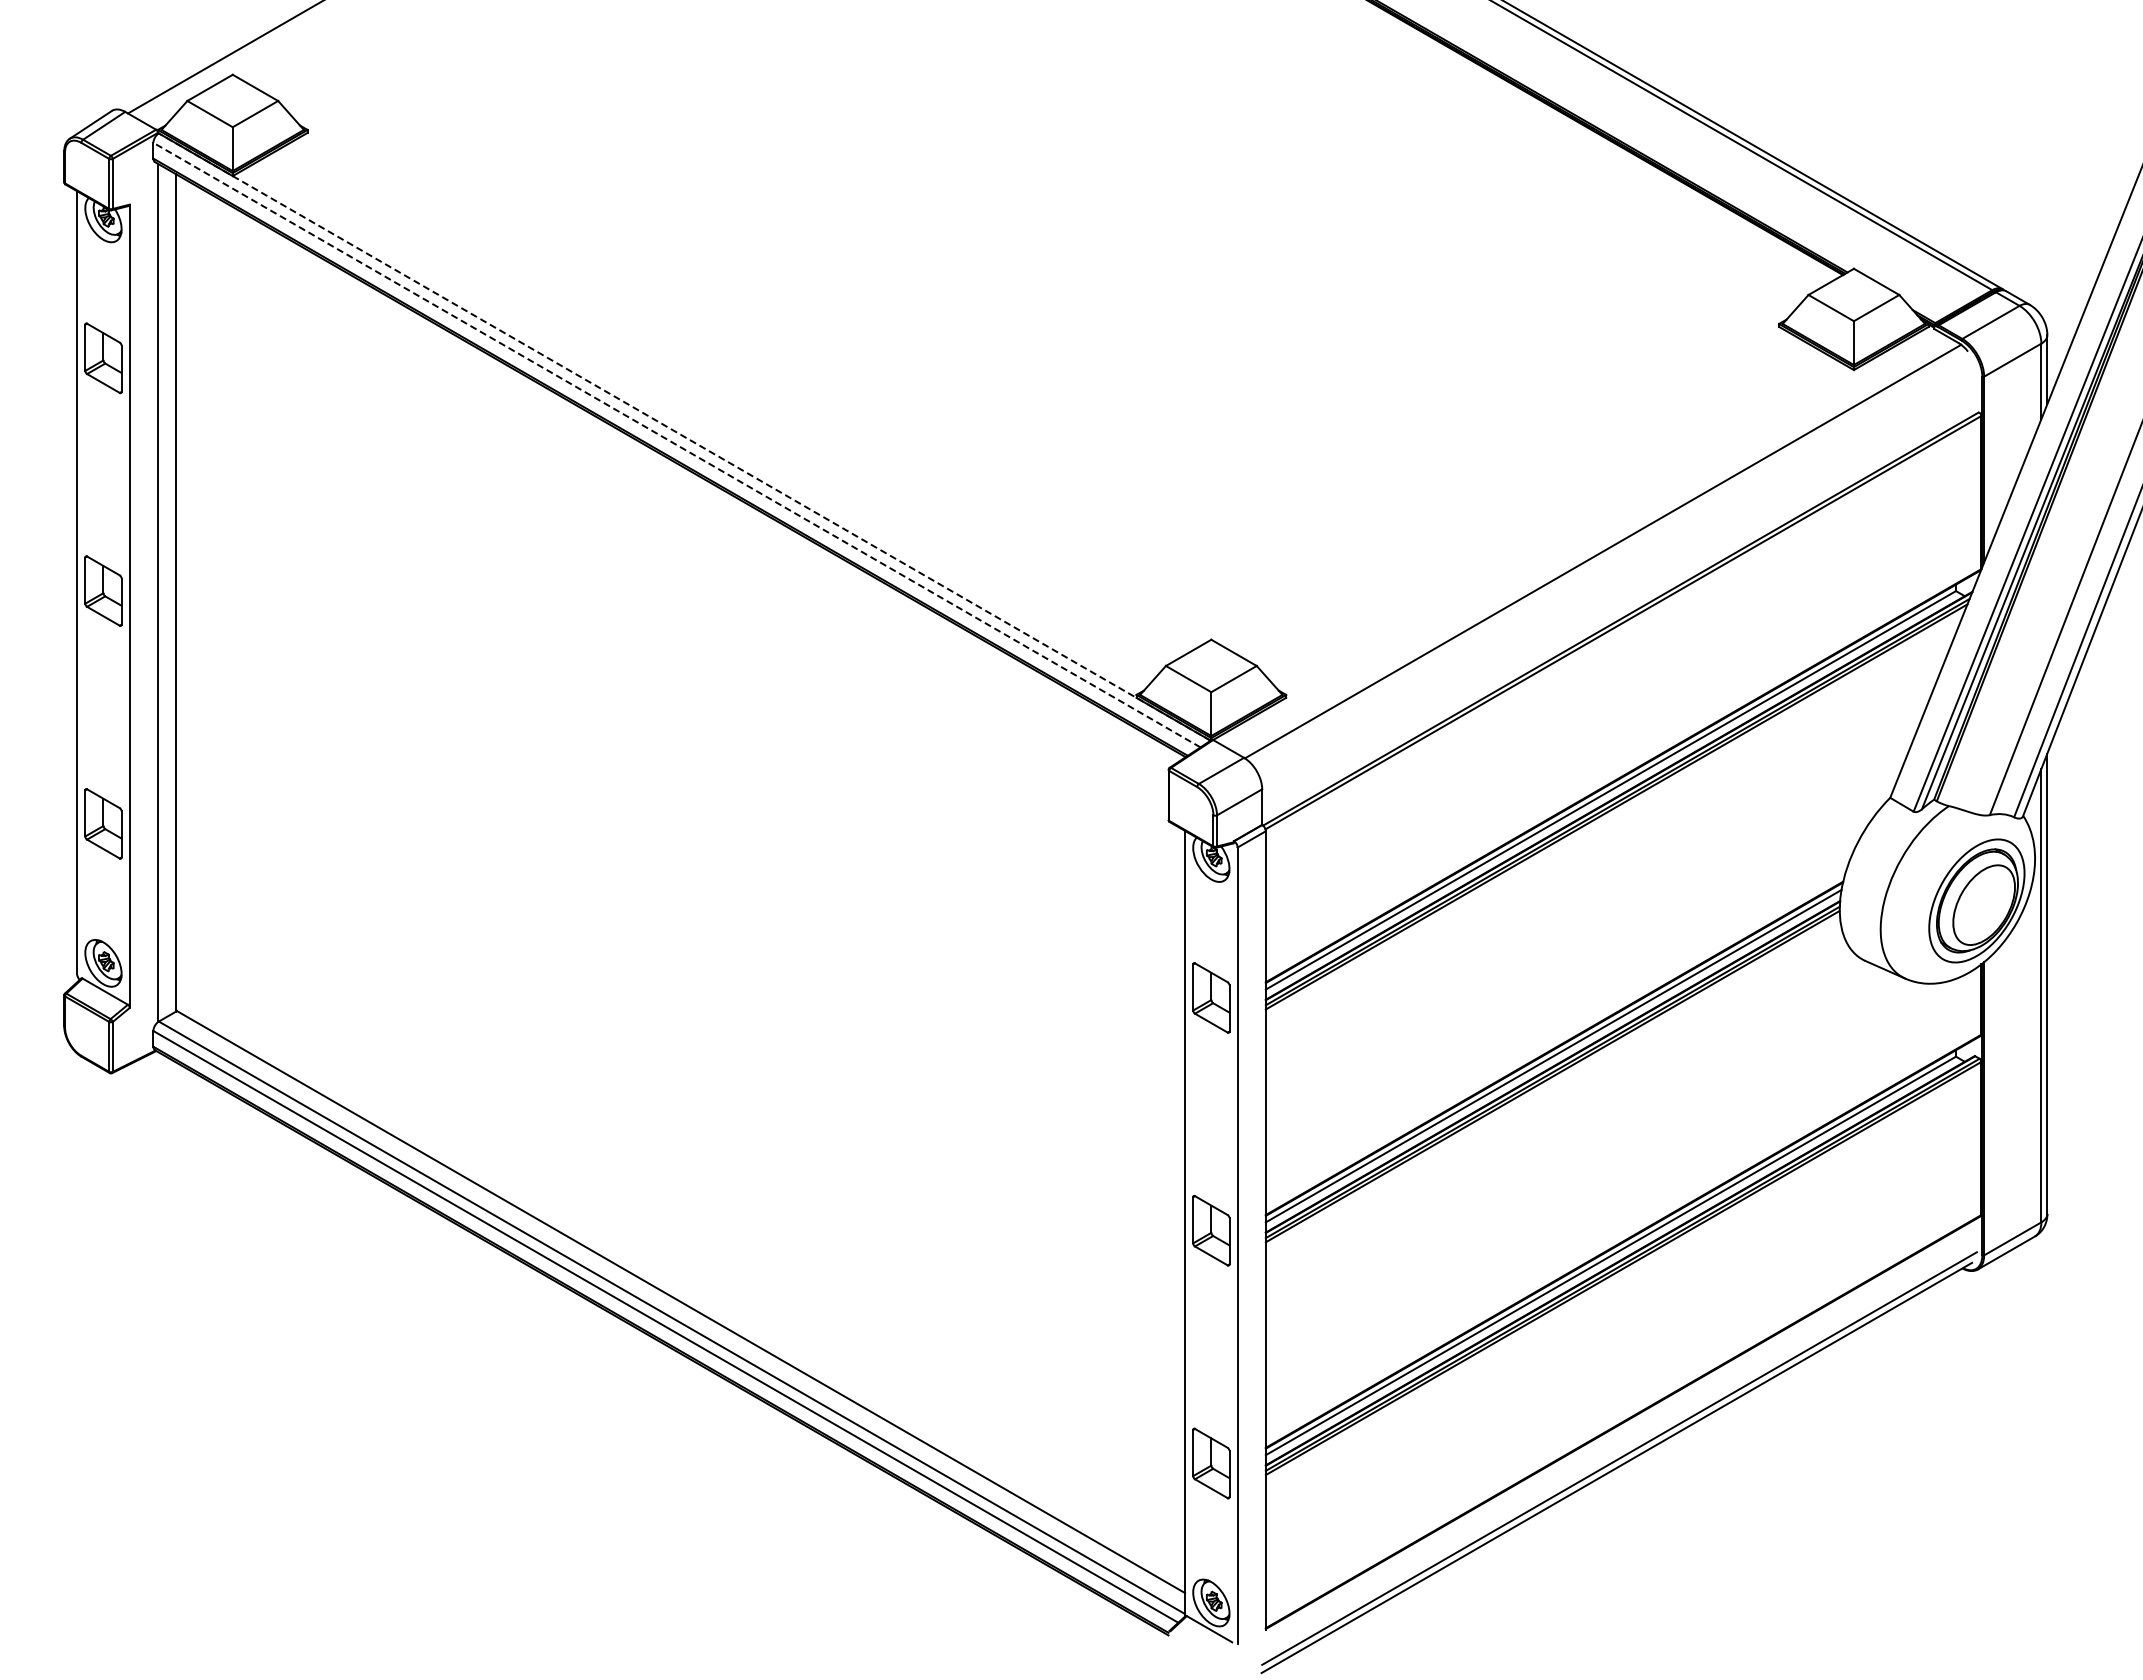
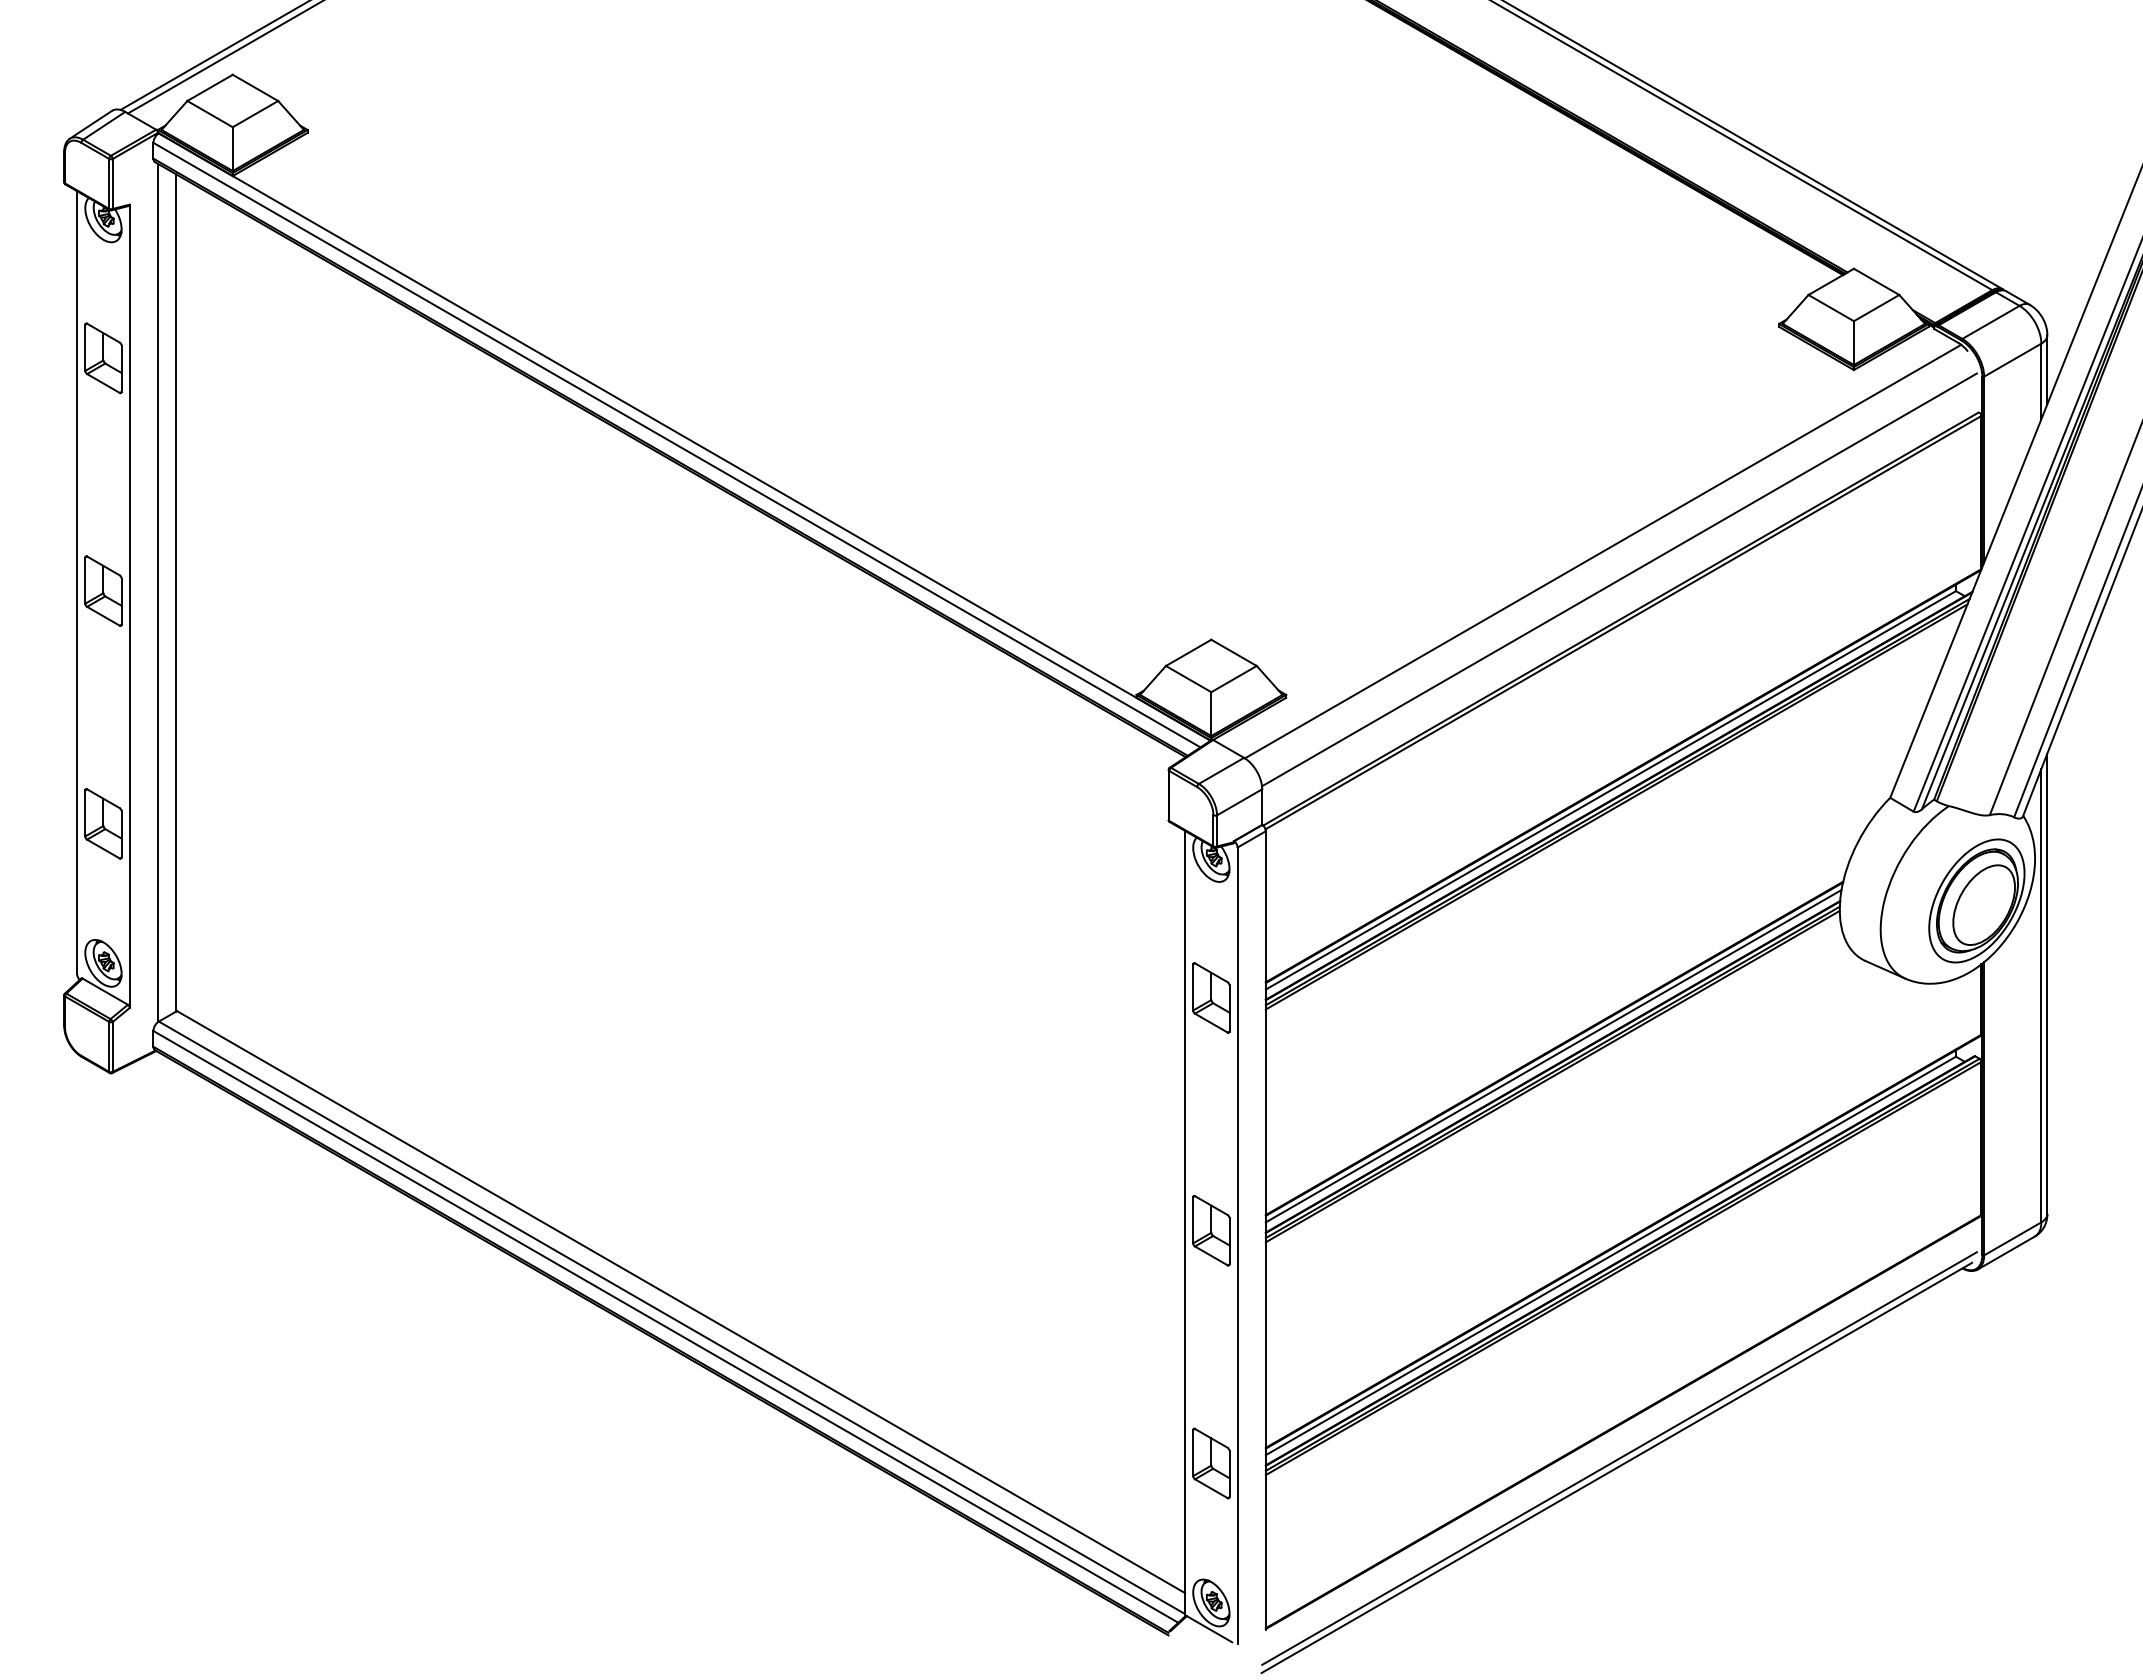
line at (213, 55): none -> present
line at (684, 436): dashed -> solid
line at (676, 445): dashed -> solid
line at (1619, 579): none -> present
